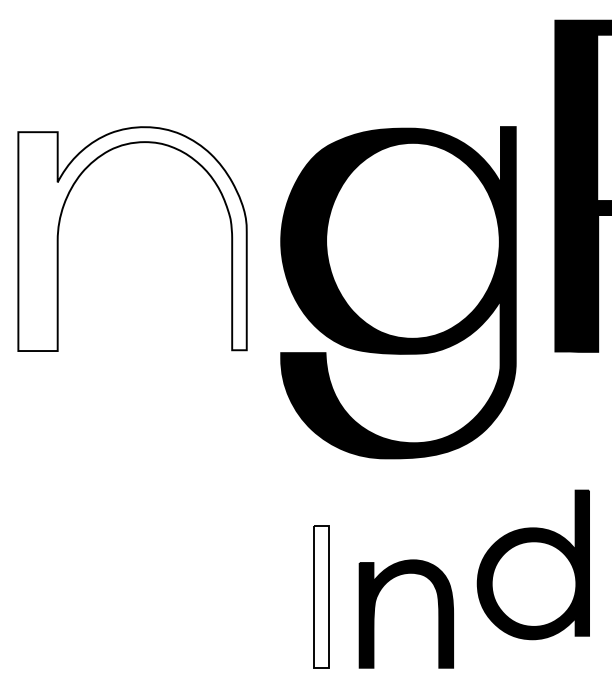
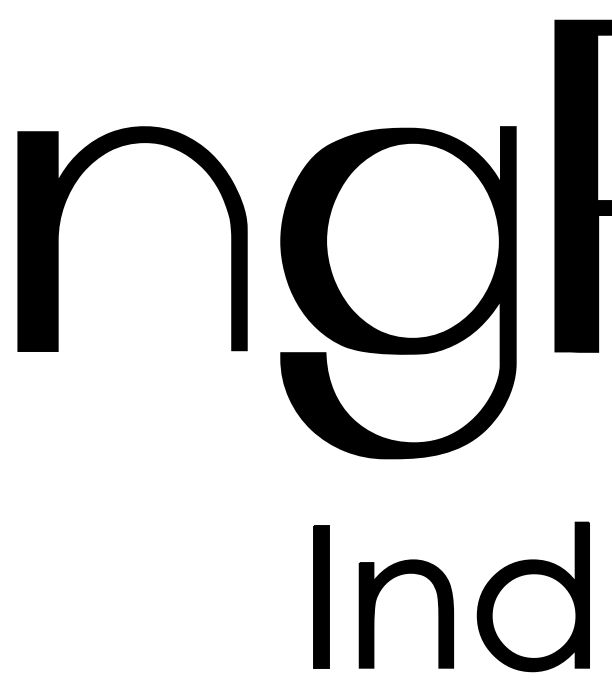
fill at (132, 239): none -> present
part at (532, 564) position: (532, 564) -> (532, 596)
fill at (321, 596): none -> present
